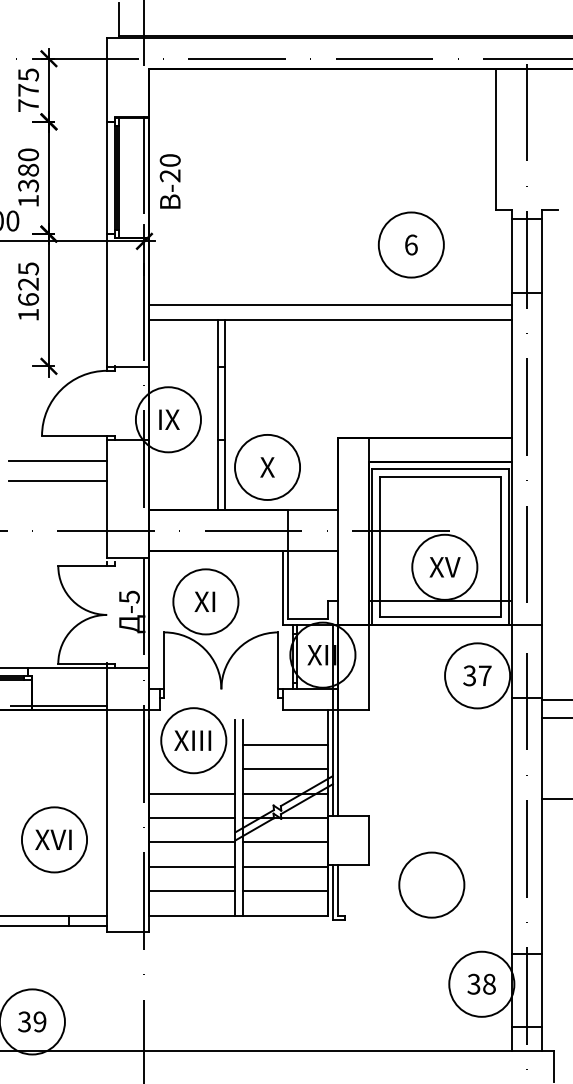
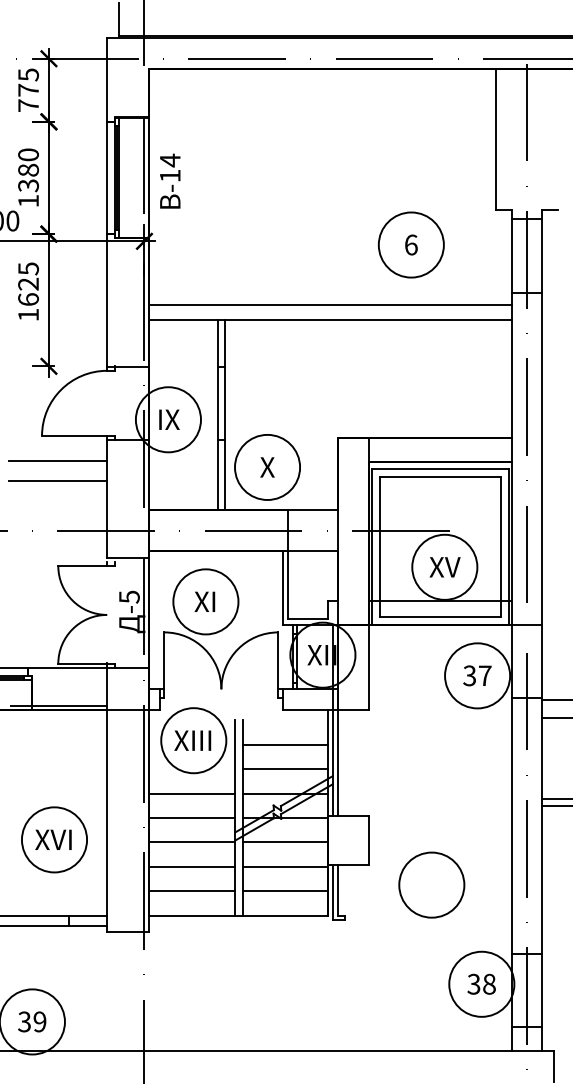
text at (169, 167): -20 -> -14
line at (555, 805): none -> present
